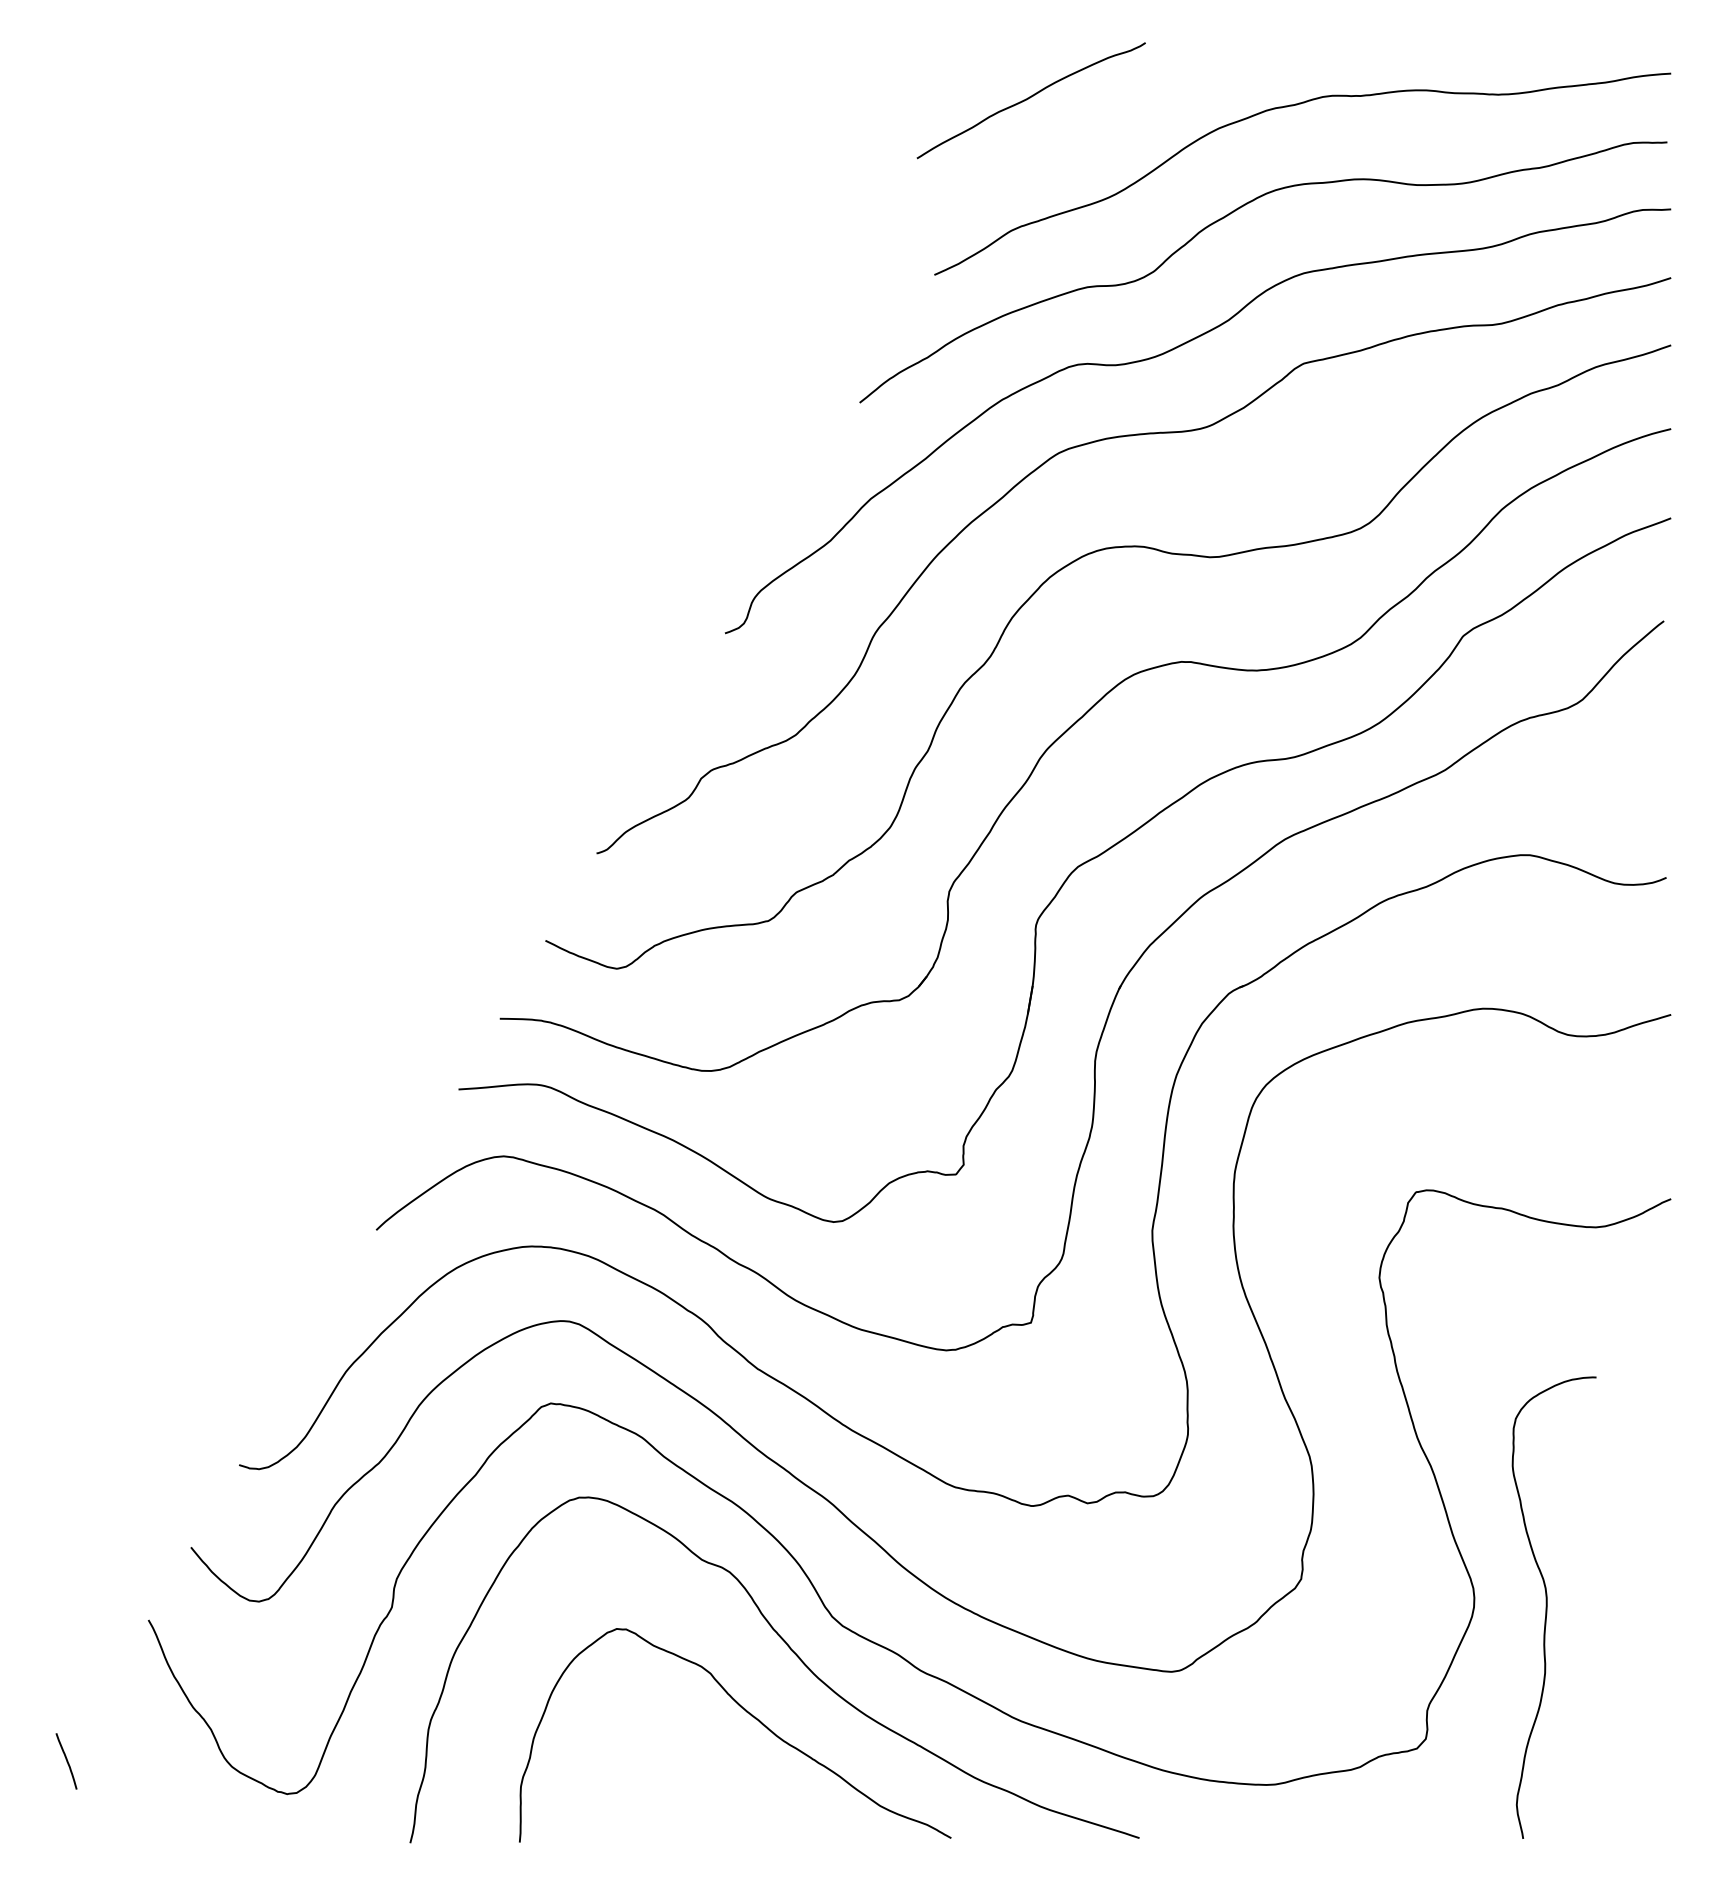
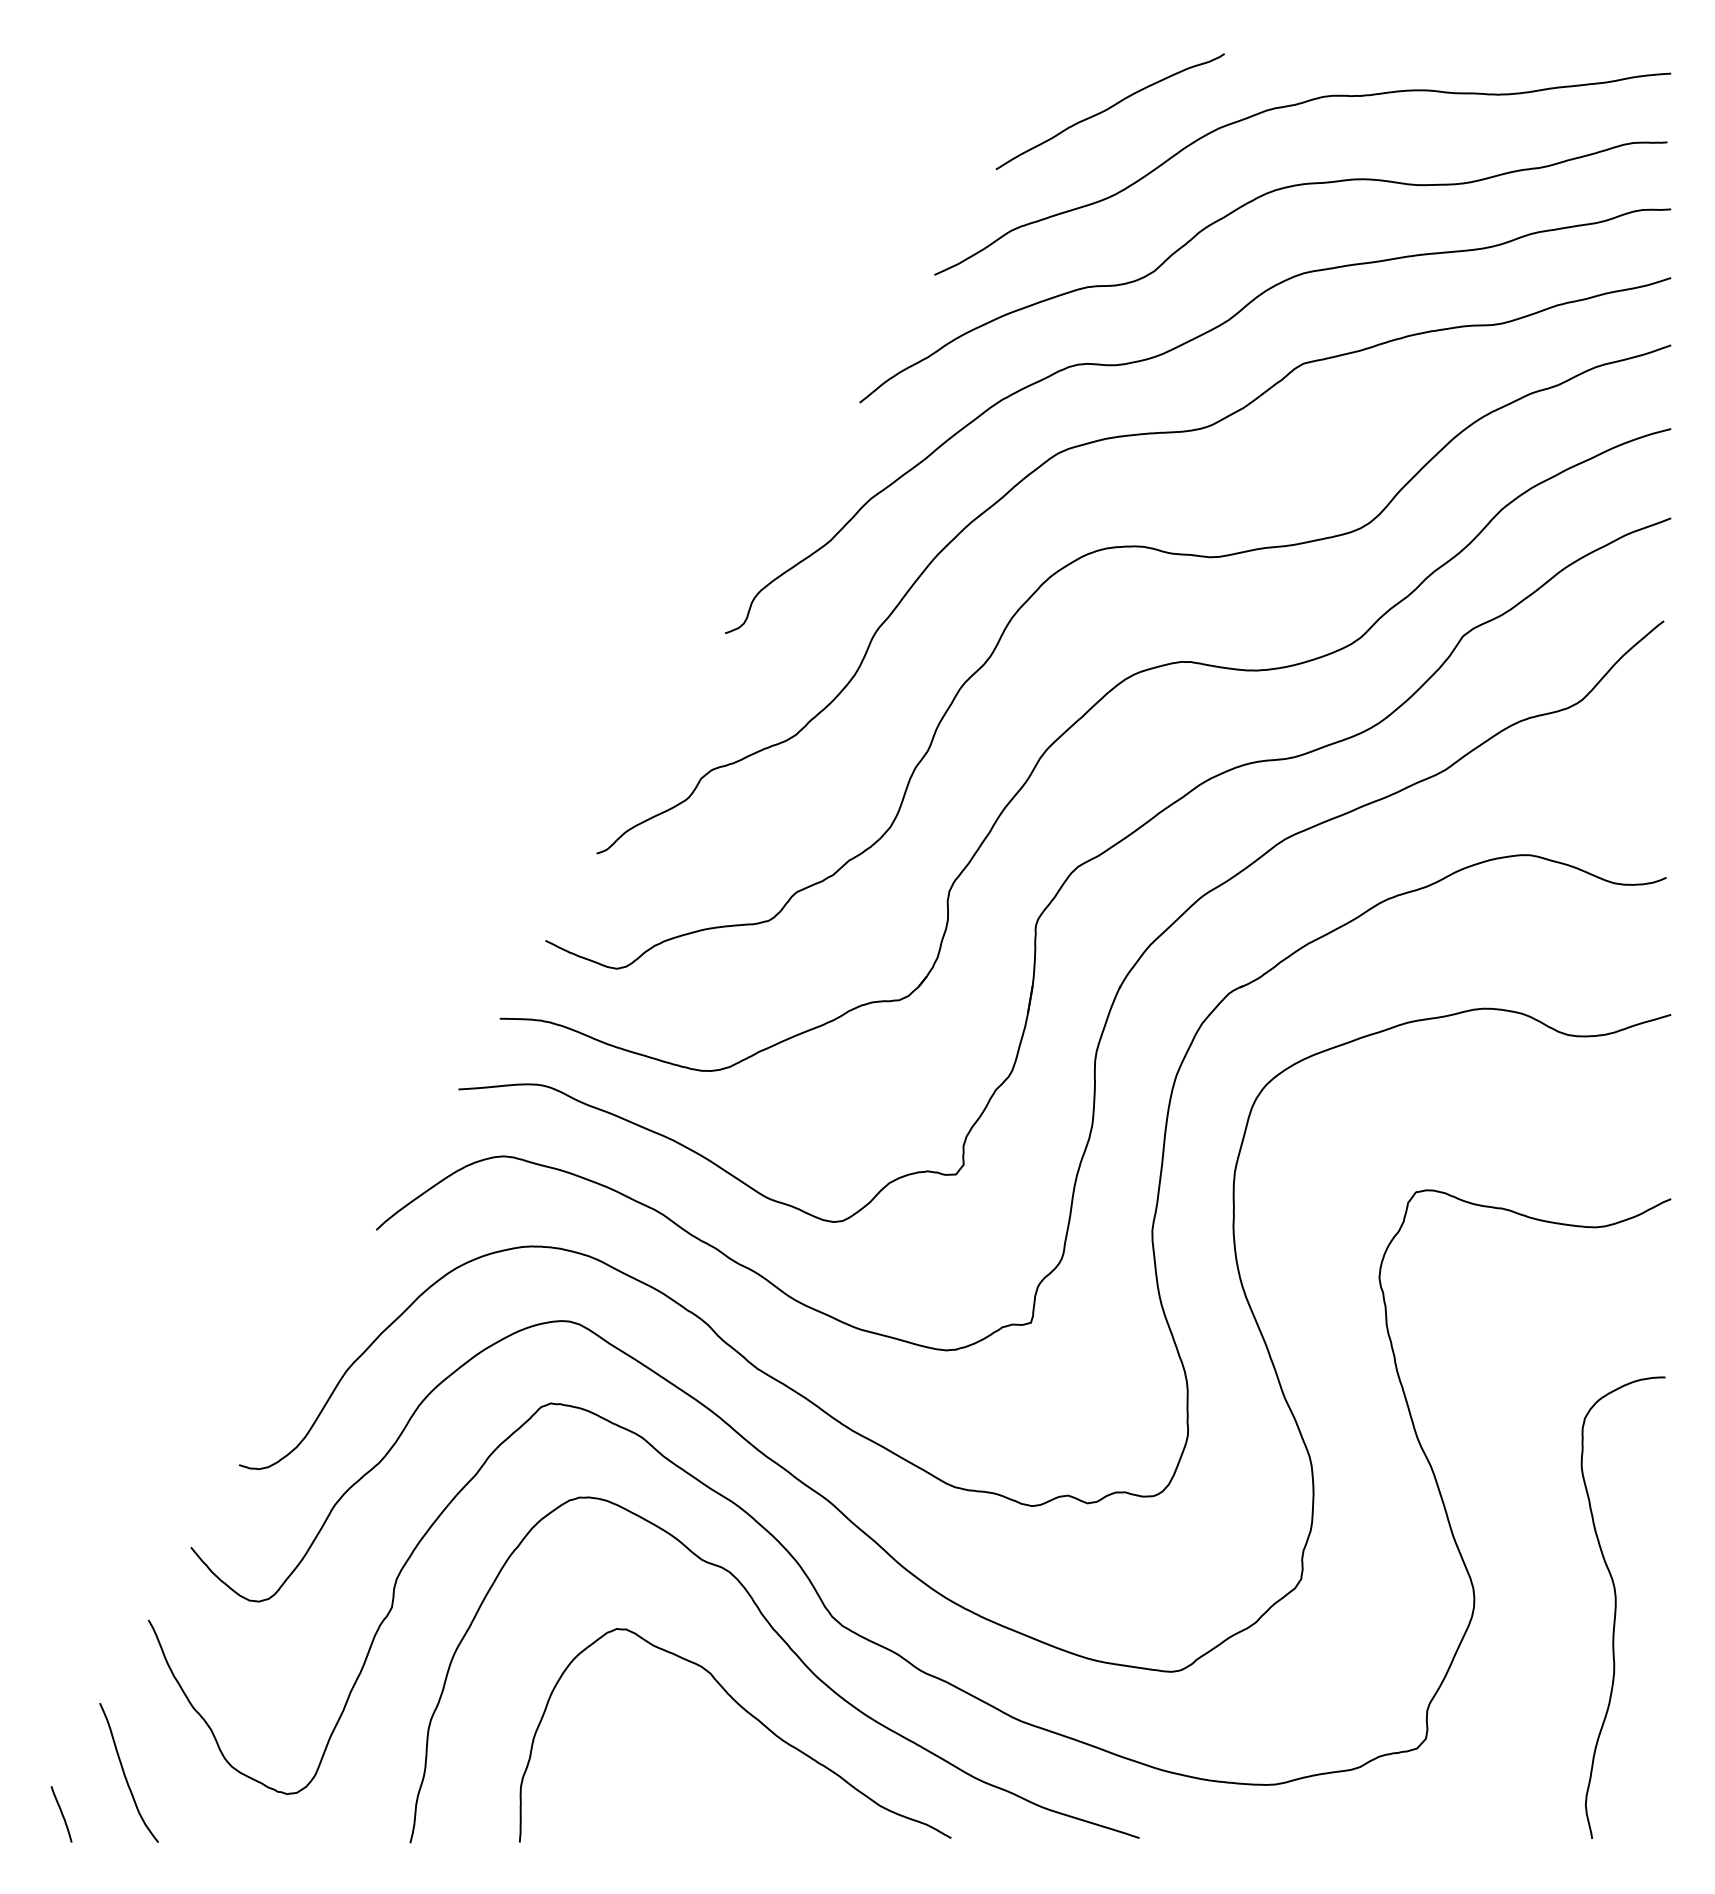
curve at (1030, 98) position: (1030, 98) -> (1109, 109)
curve at (1547, 1607) position: (1547, 1607) -> (1616, 1607)
curve at (66, 1761) position: (66, 1761) -> (61, 1814)
curve at (125, 1773): none -> present
